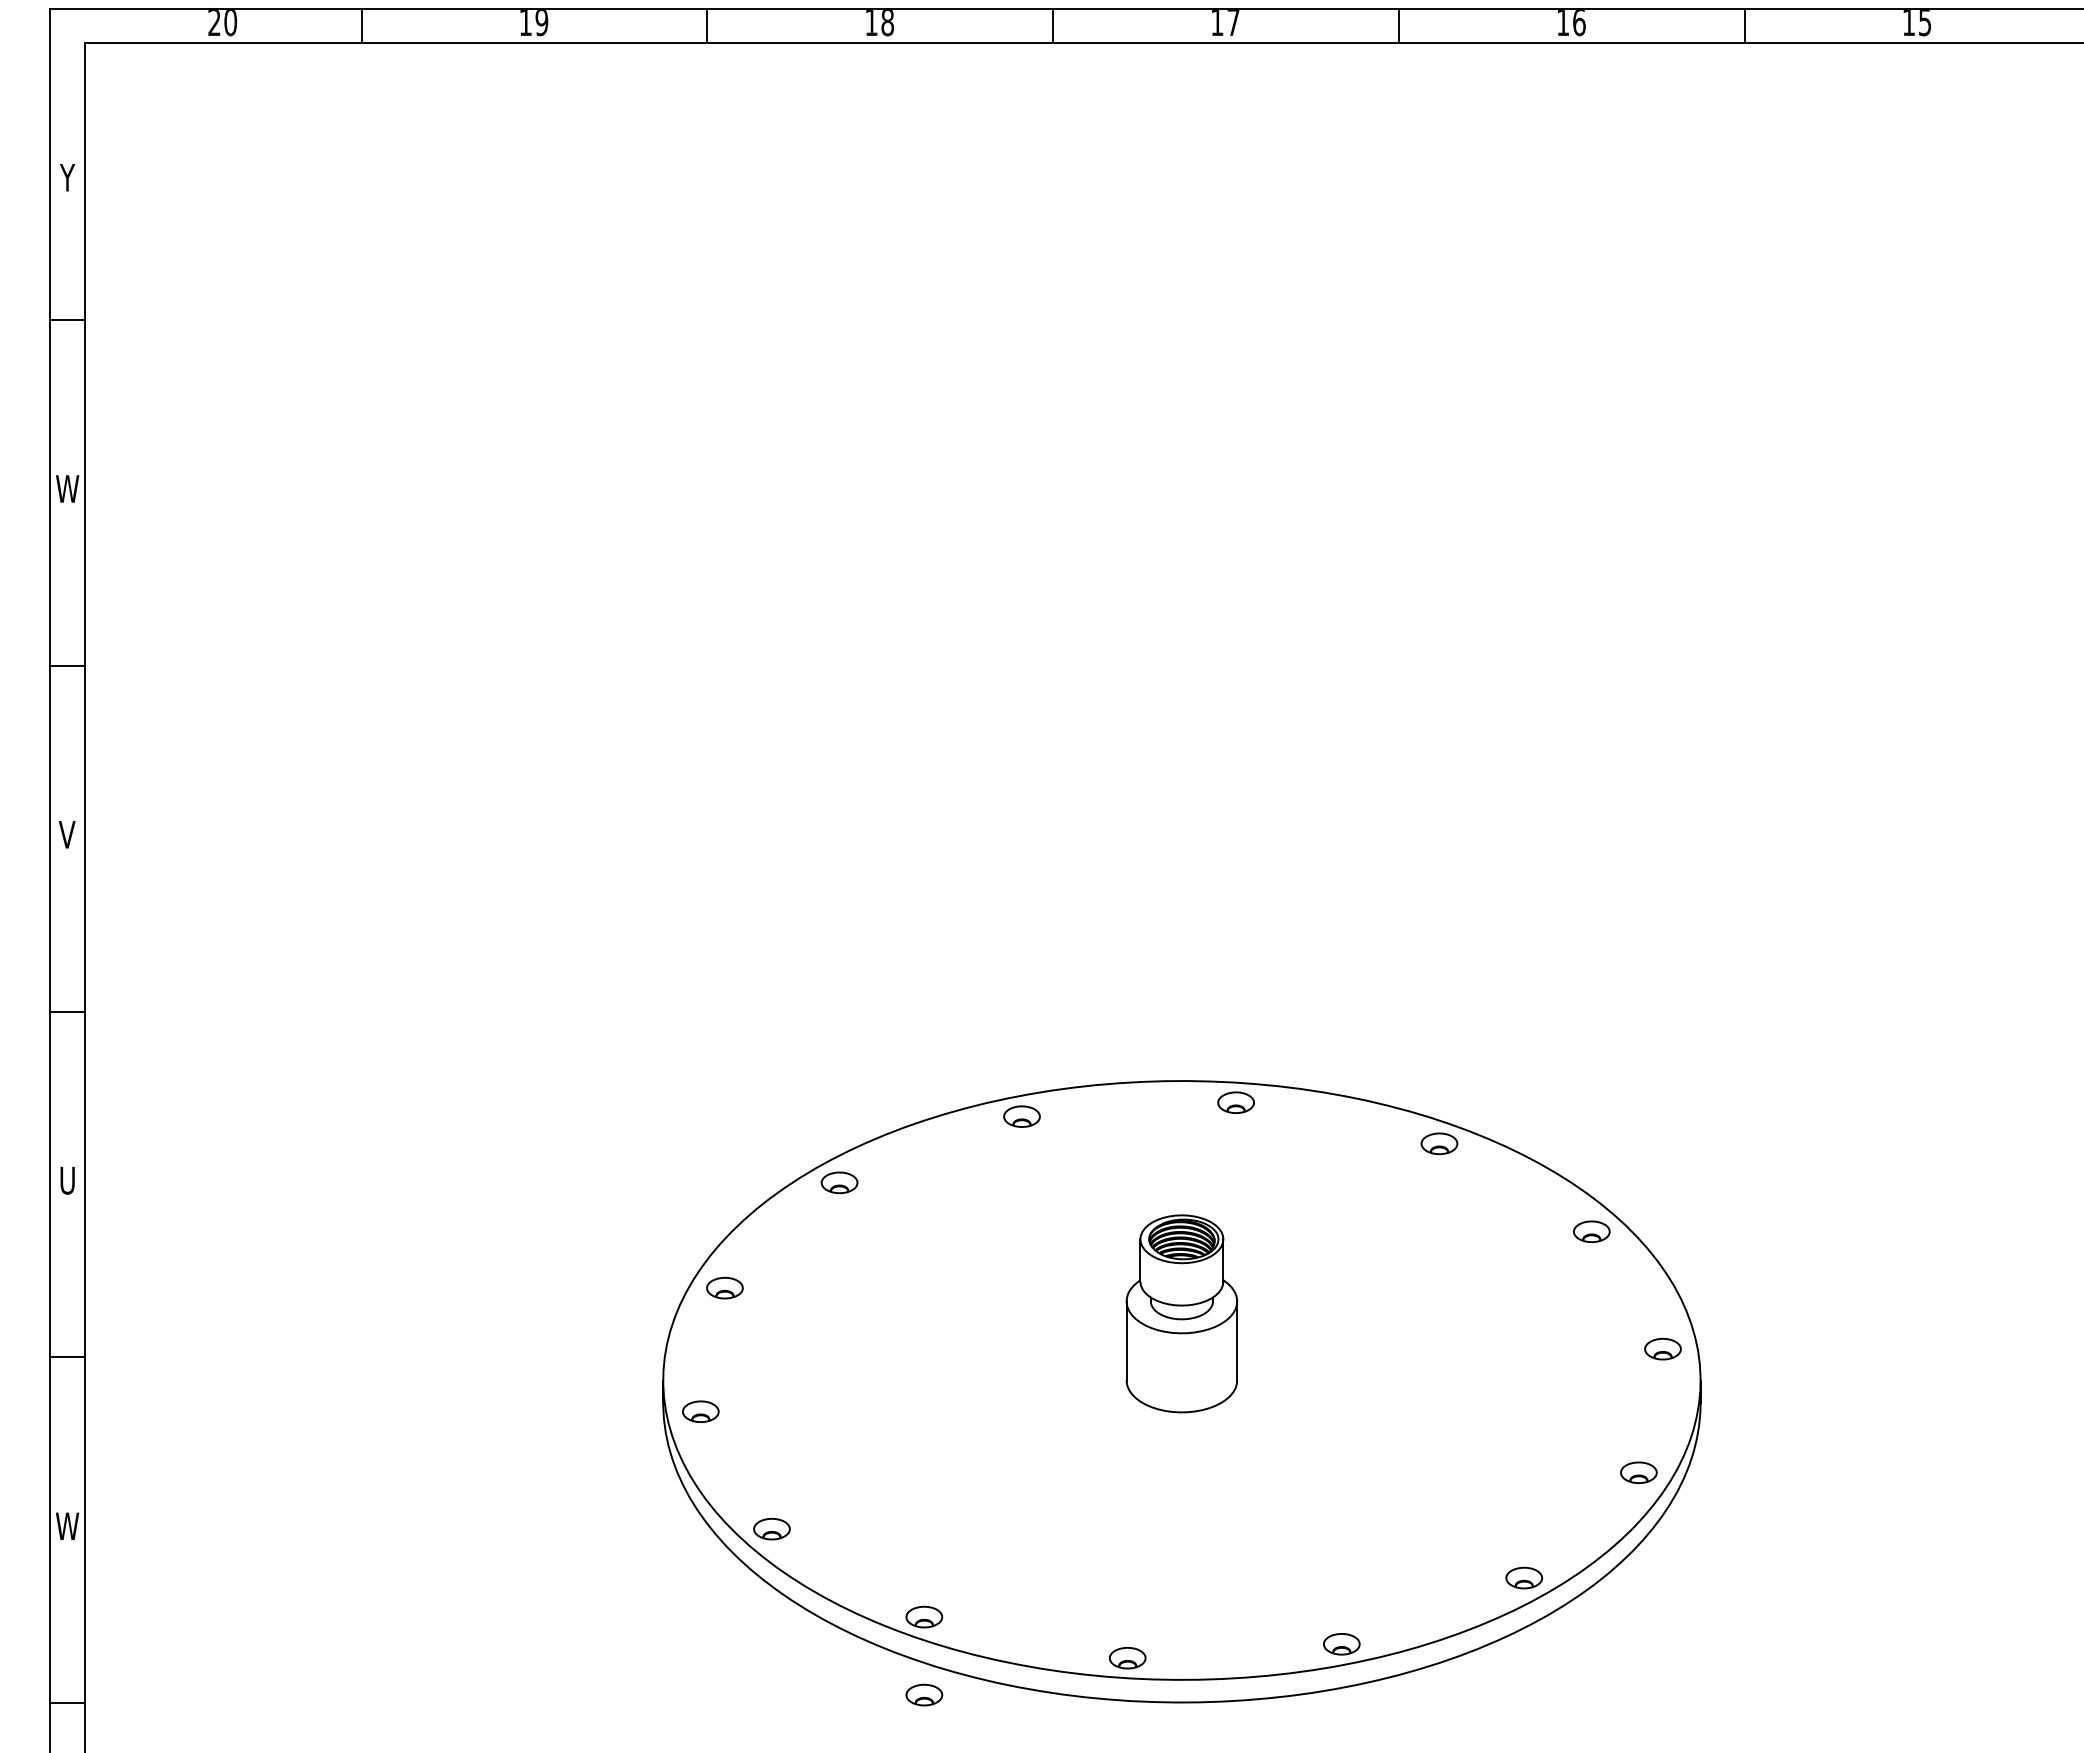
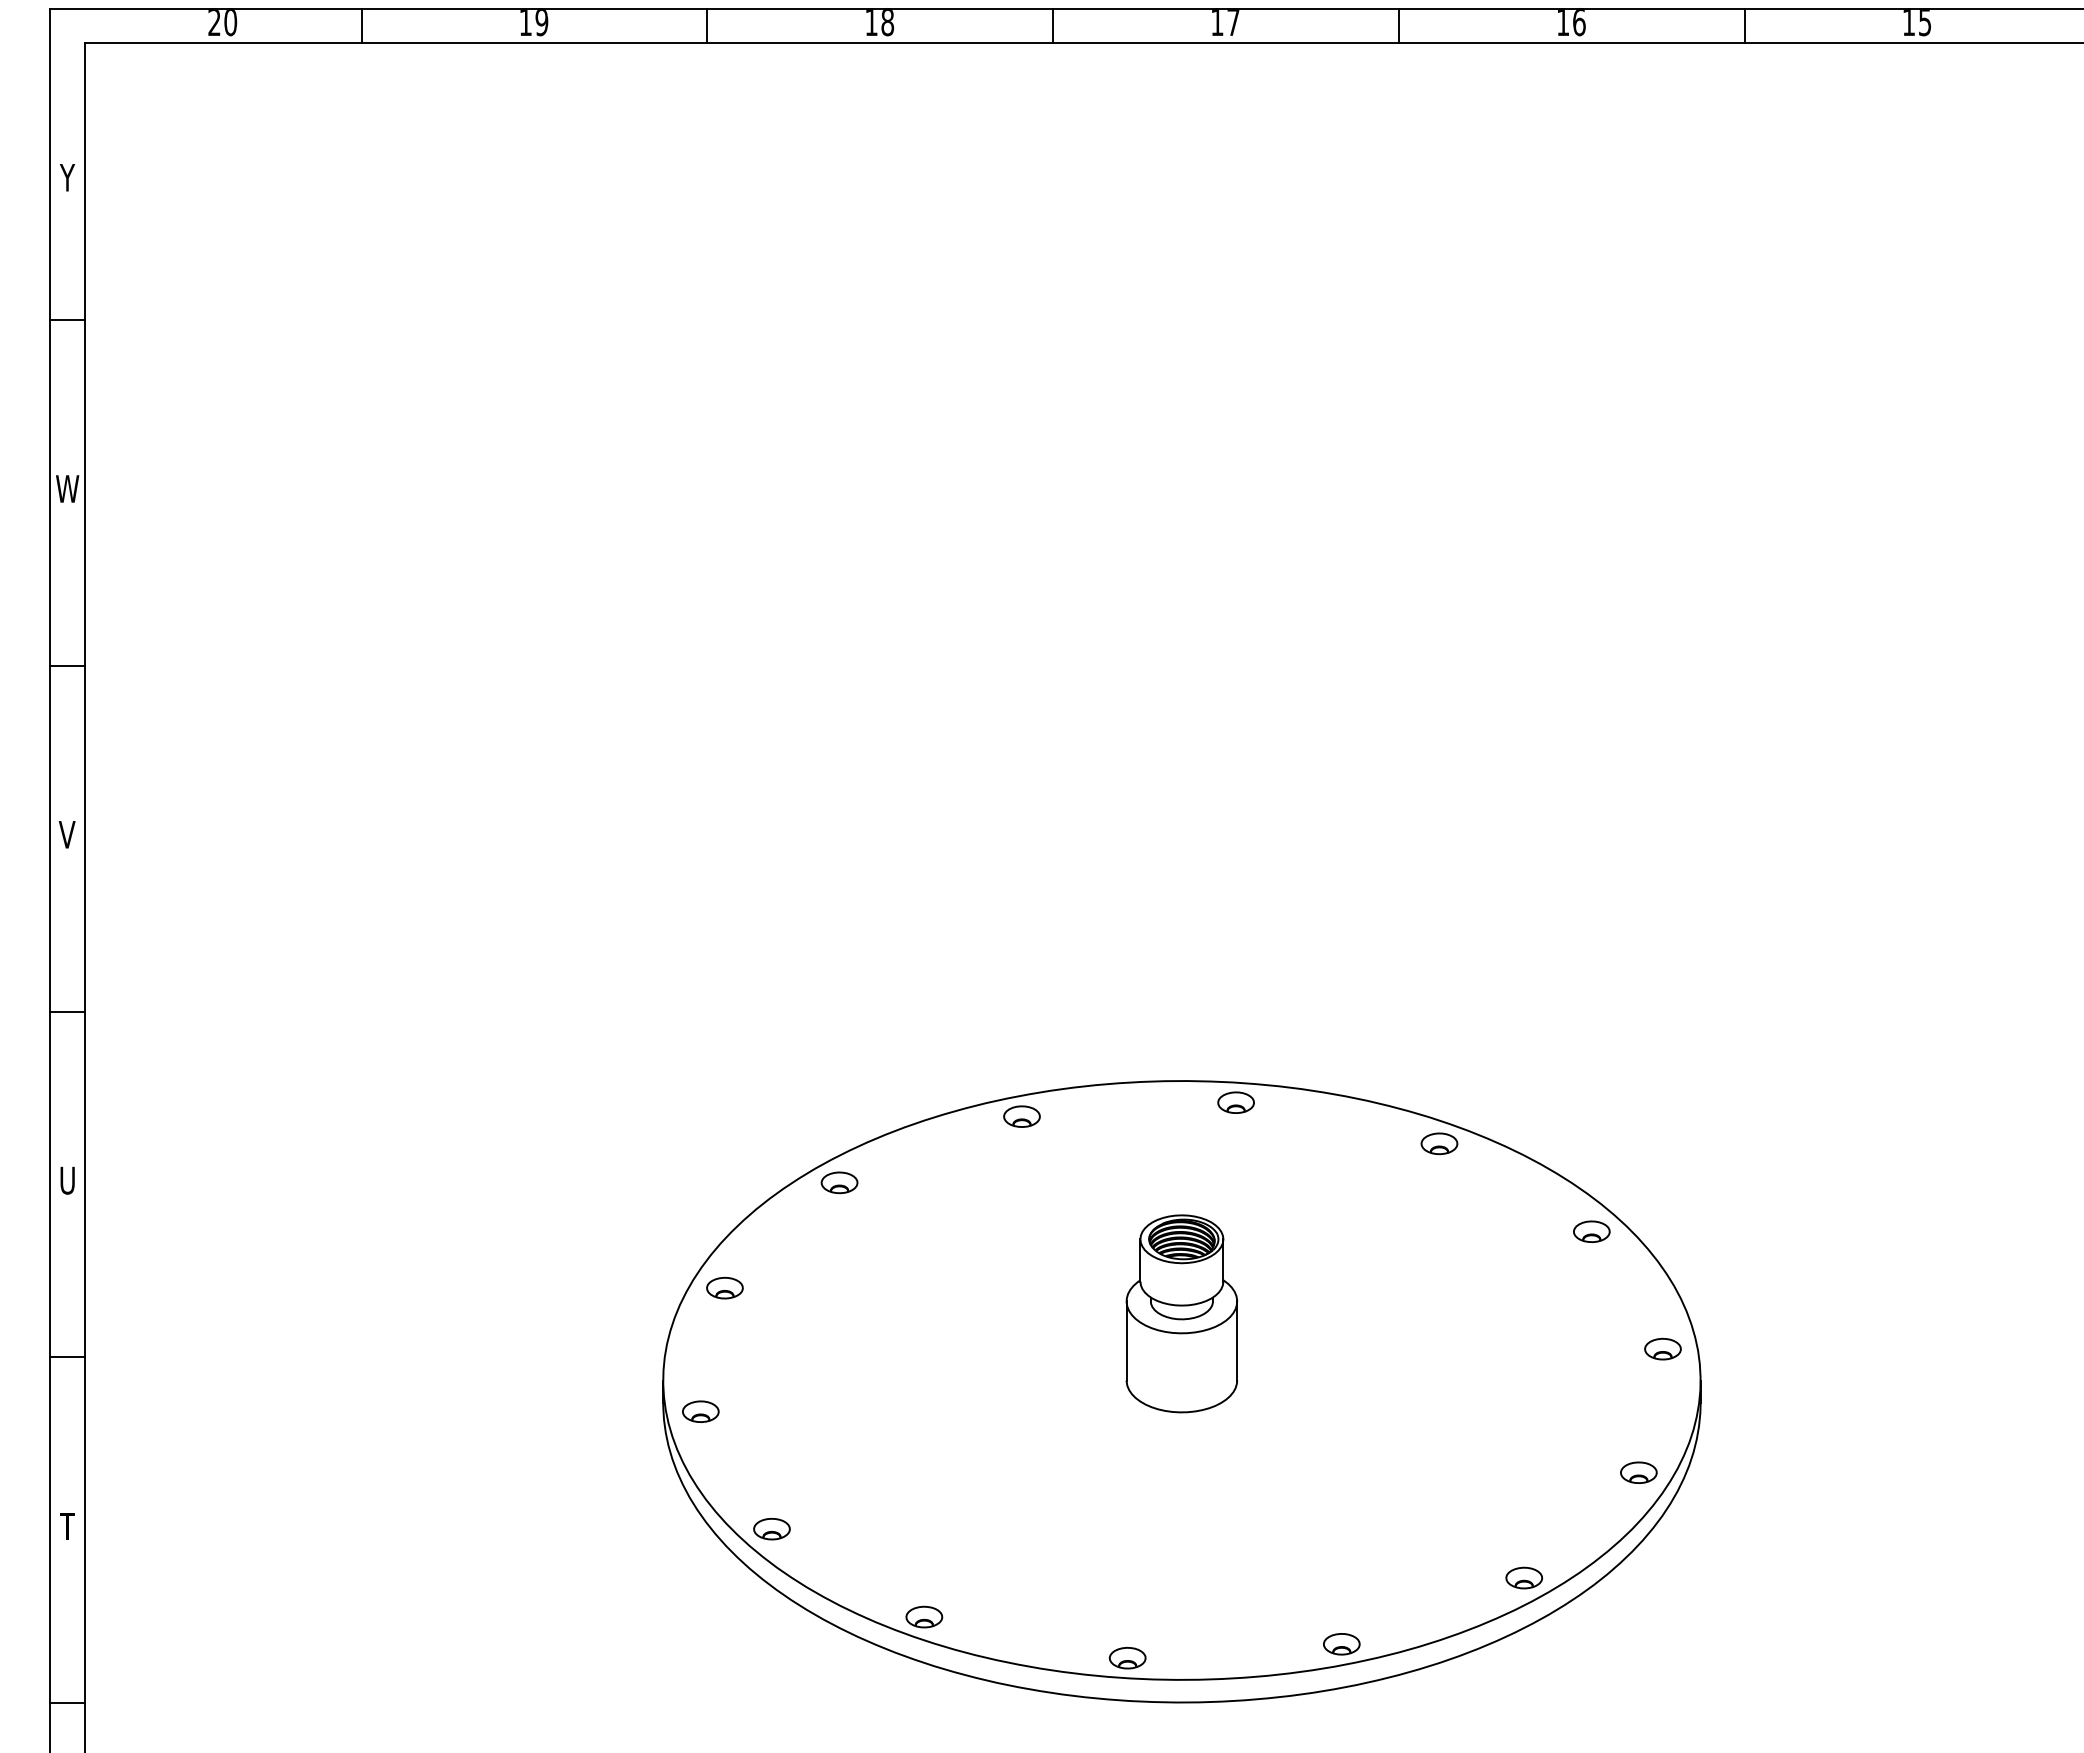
text at (67, 1526): W -> T
part at (924, 1694): present -> none
